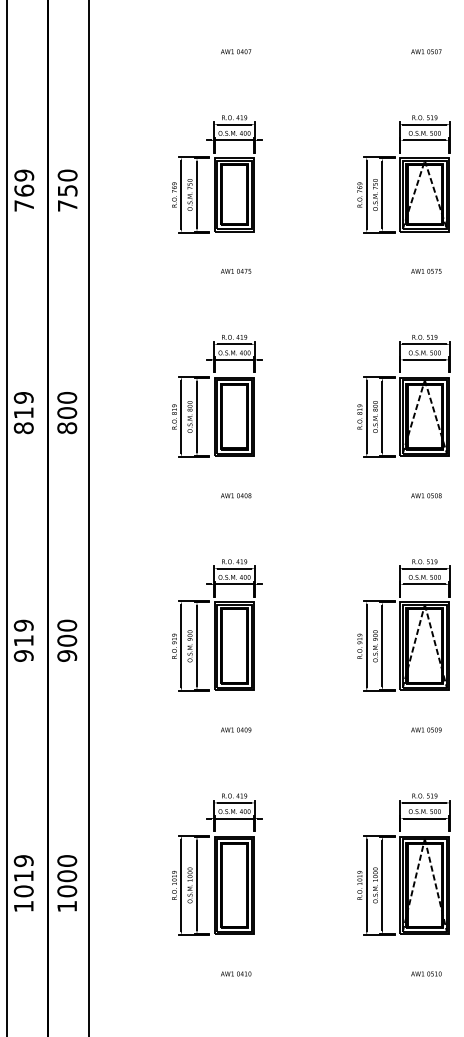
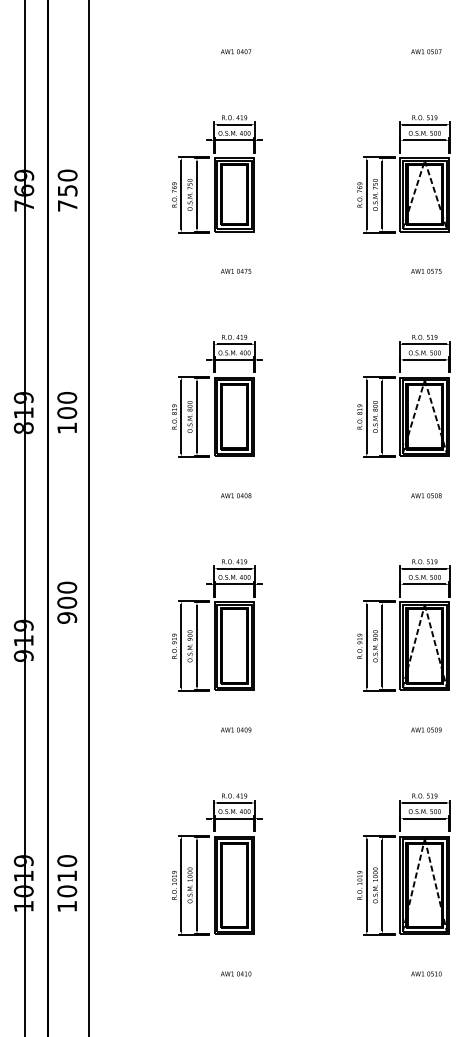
text at (67, 428): 800 -> 100
line at (7, 517) position: (7, 517) -> (25, 517)
text at (67, 640) position: (67, 640) -> (67, 602)
text at (67, 876): 1000 -> 1010
